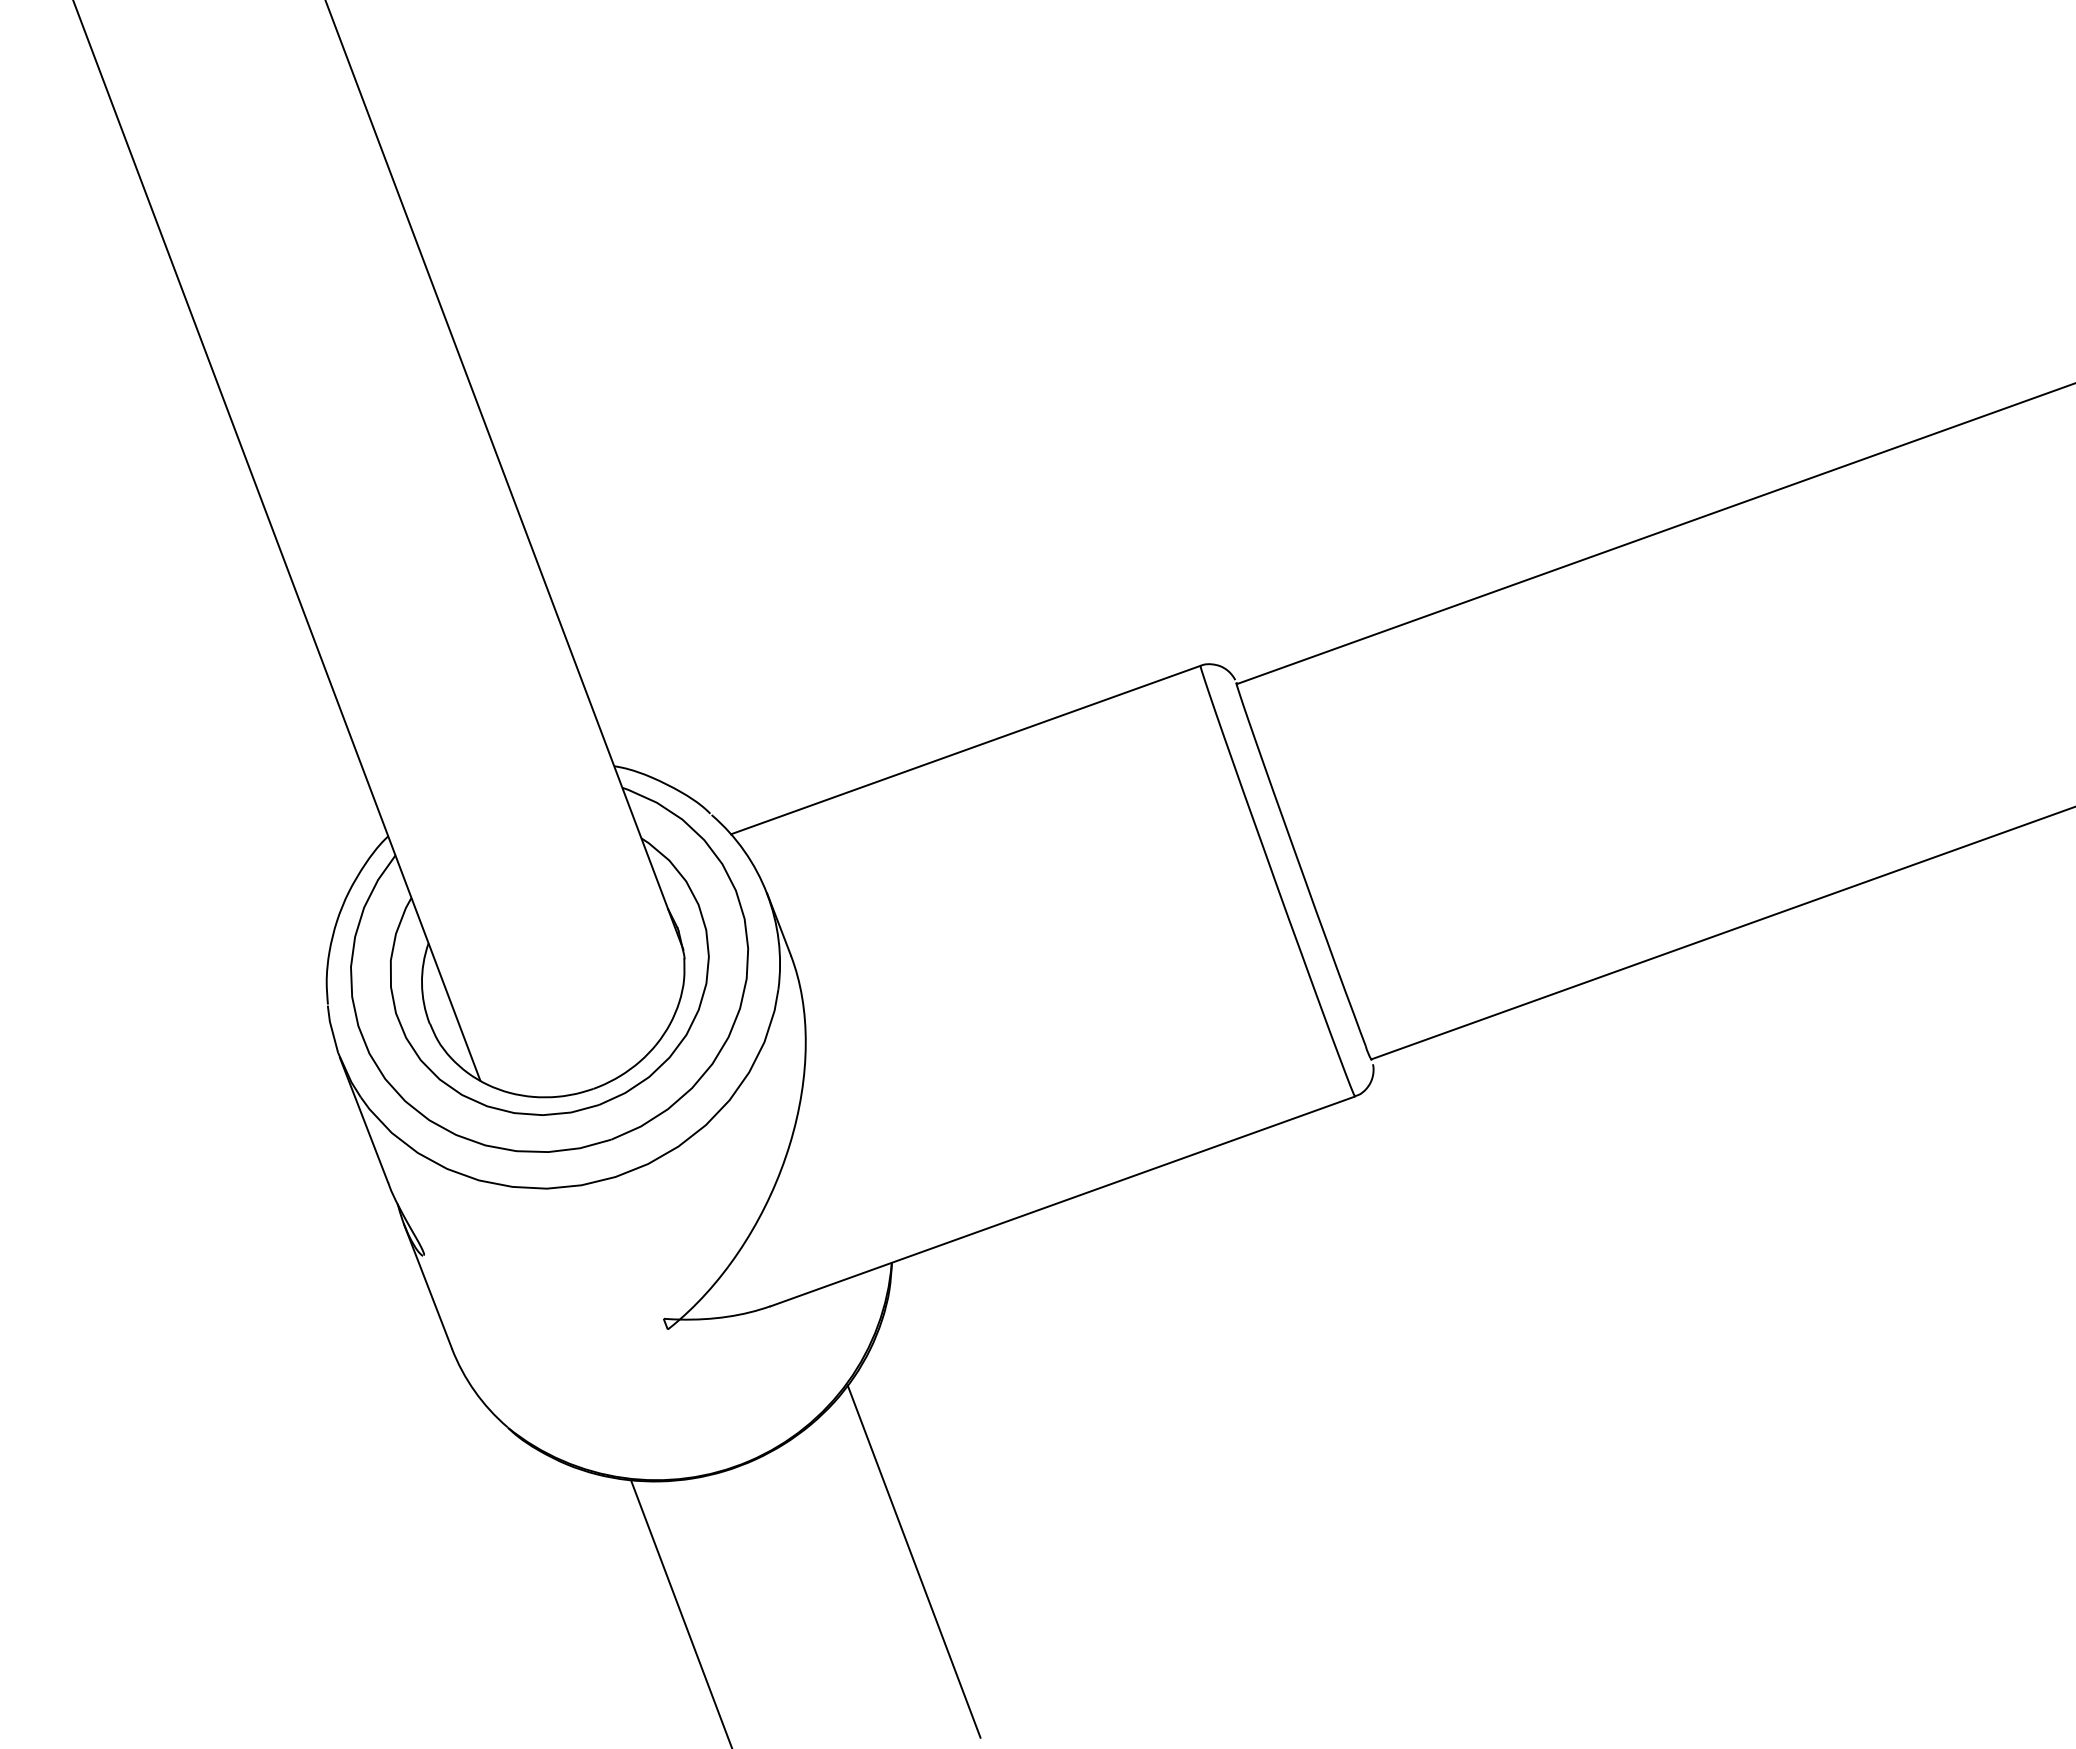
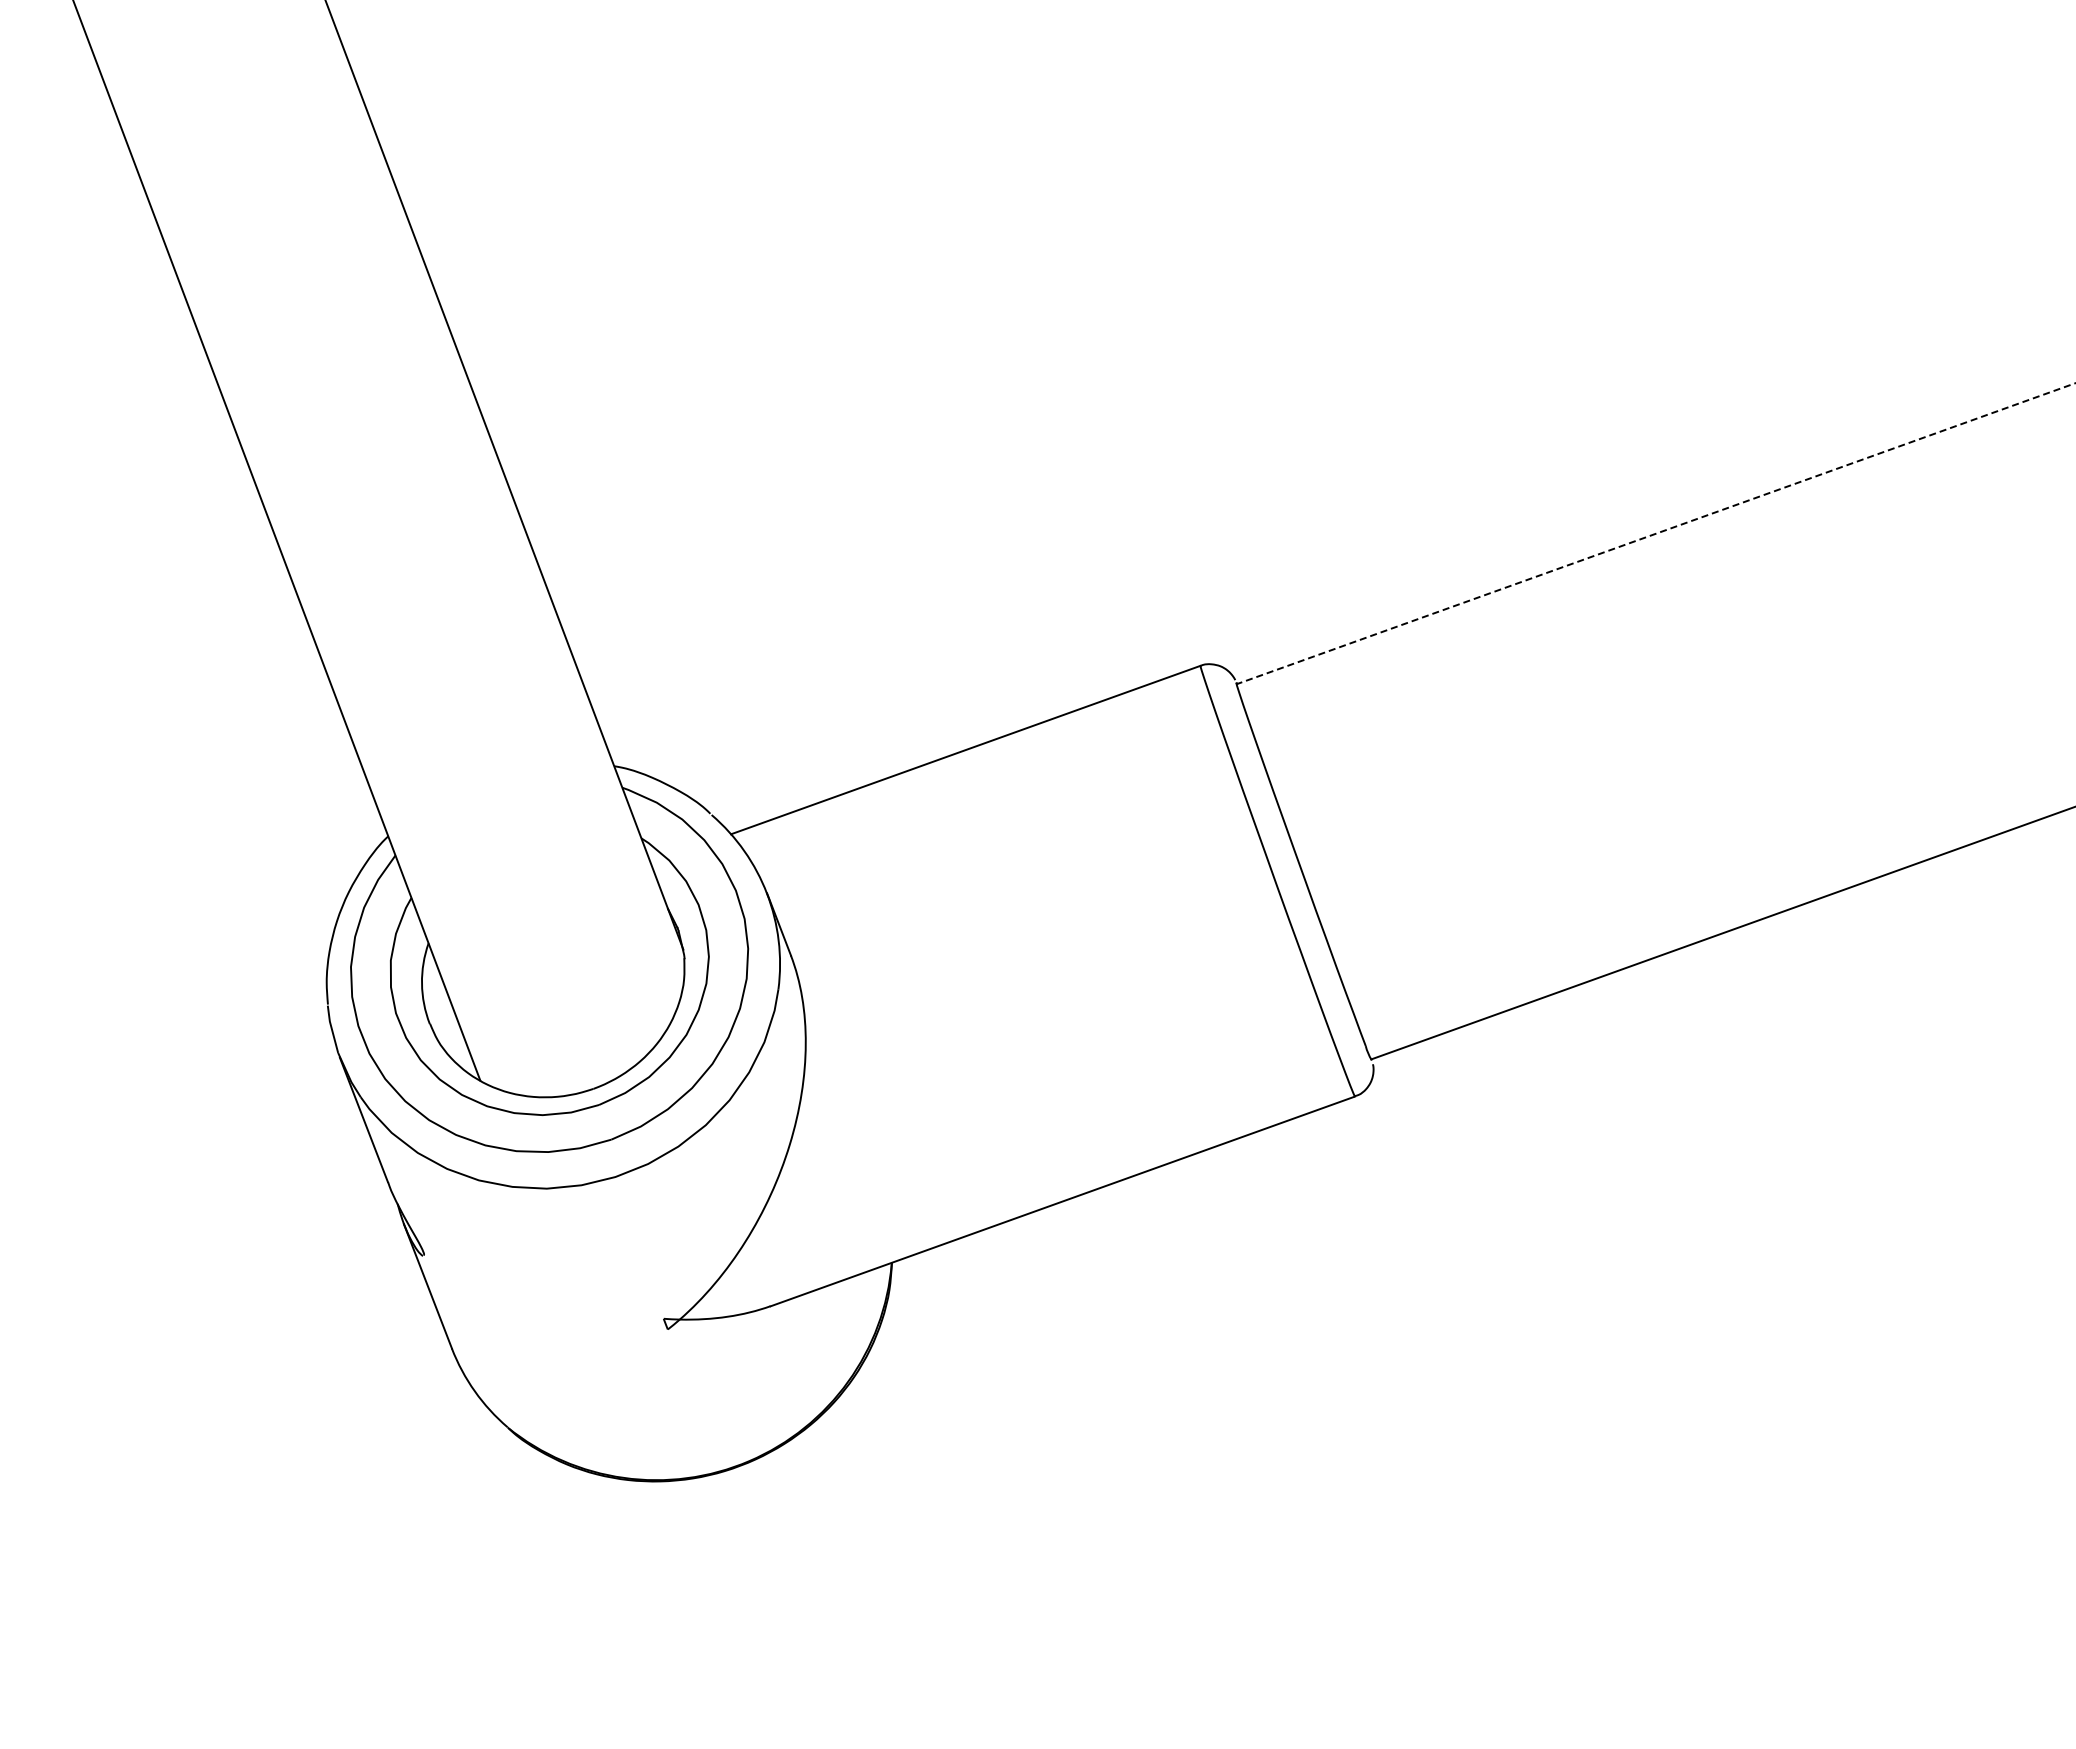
line at (1655, 533): solid -> dashed
line at (913, 1561): present -> none
line at (680, 1612): present -> none
